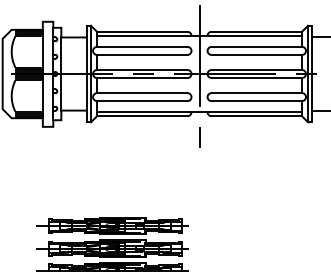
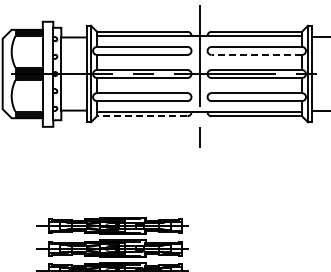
line at (256, 54): solid -> dashed
line at (141, 116): solid -> dashed
